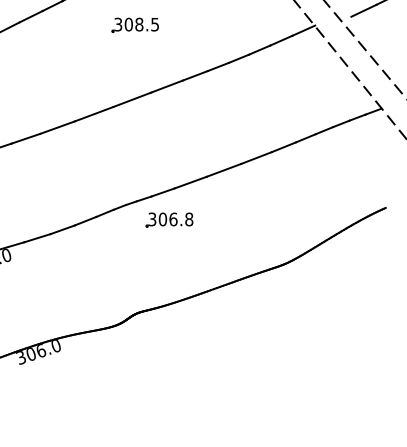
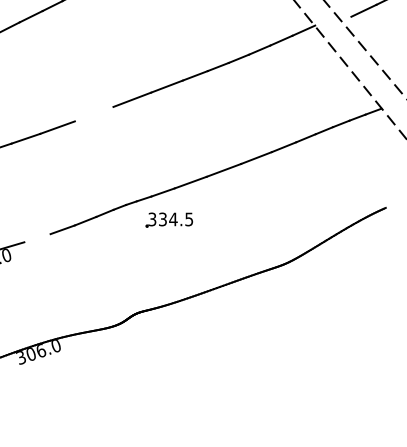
part at (134, 24): present -> none
line at (93, 113): present -> none
text at (175, 219): 306.8 -> 334.5
line at (37, 238): present -> none
